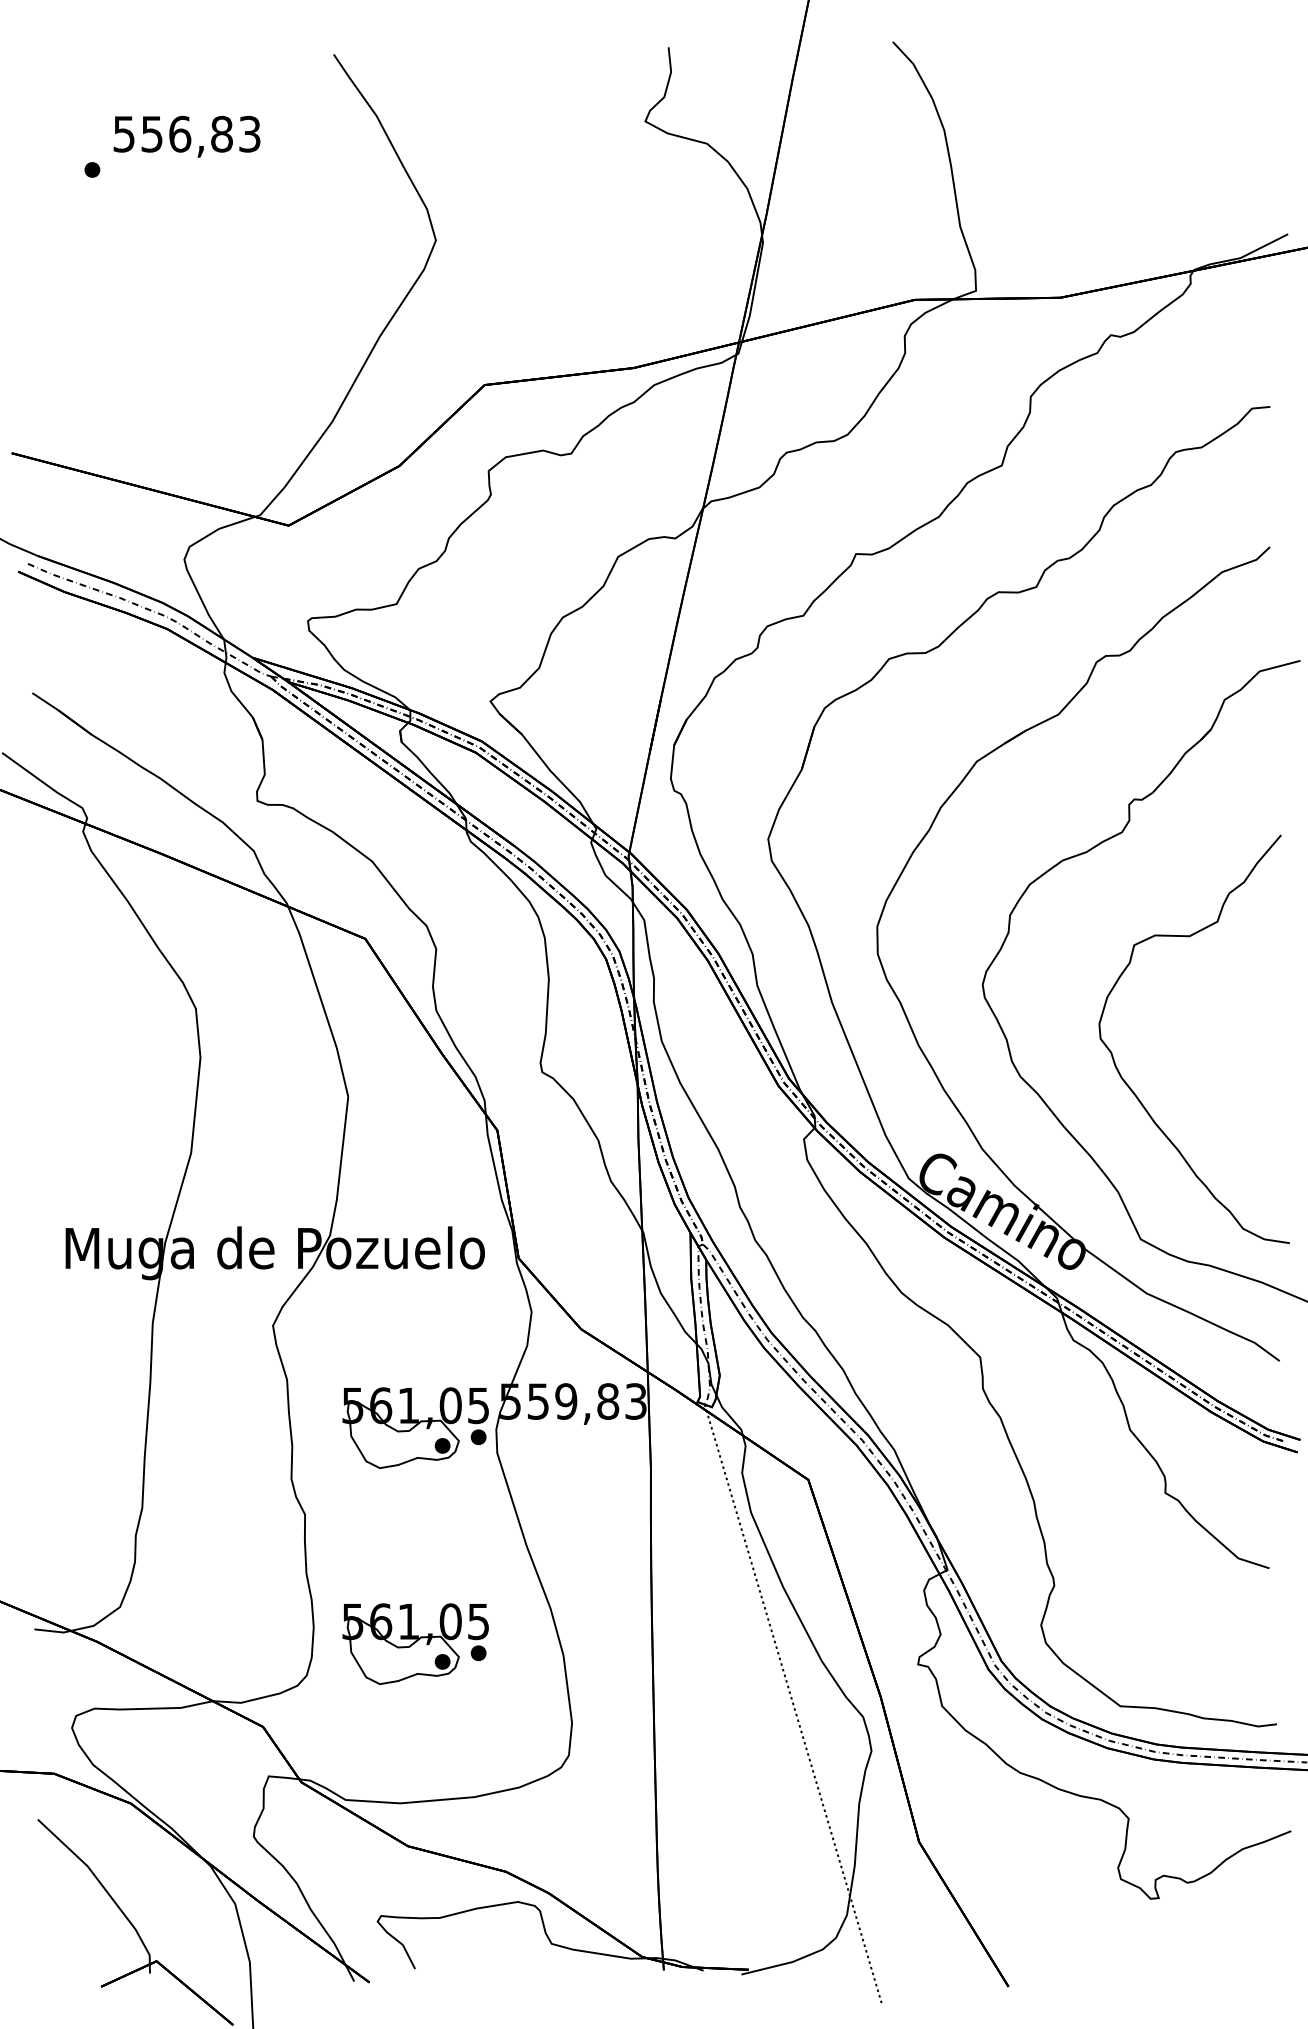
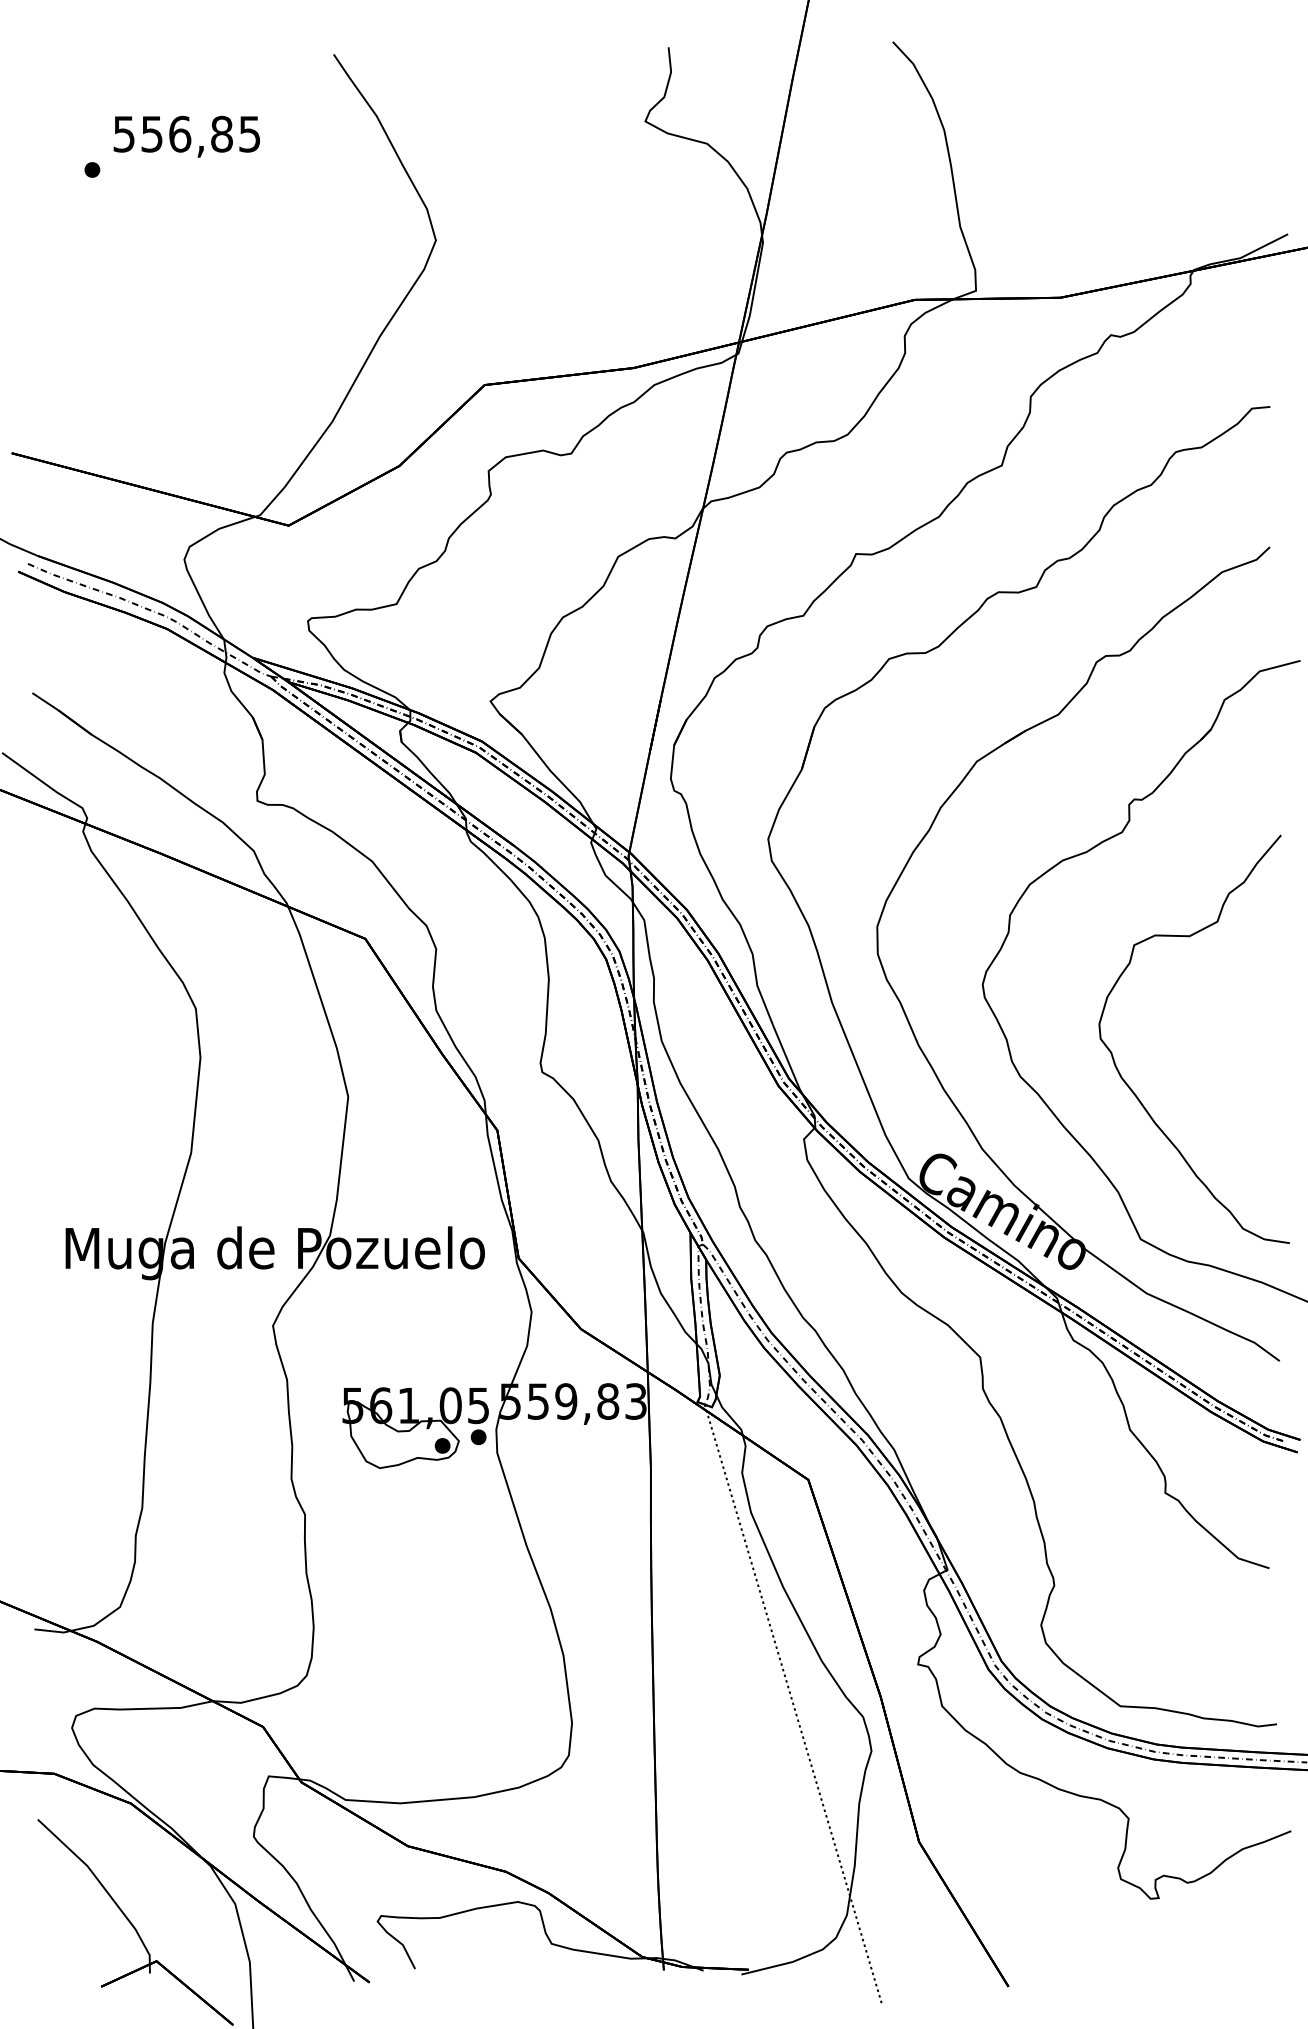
text at (249, 133): 556,83 -> 556,85
part at (415, 1643): present -> none
